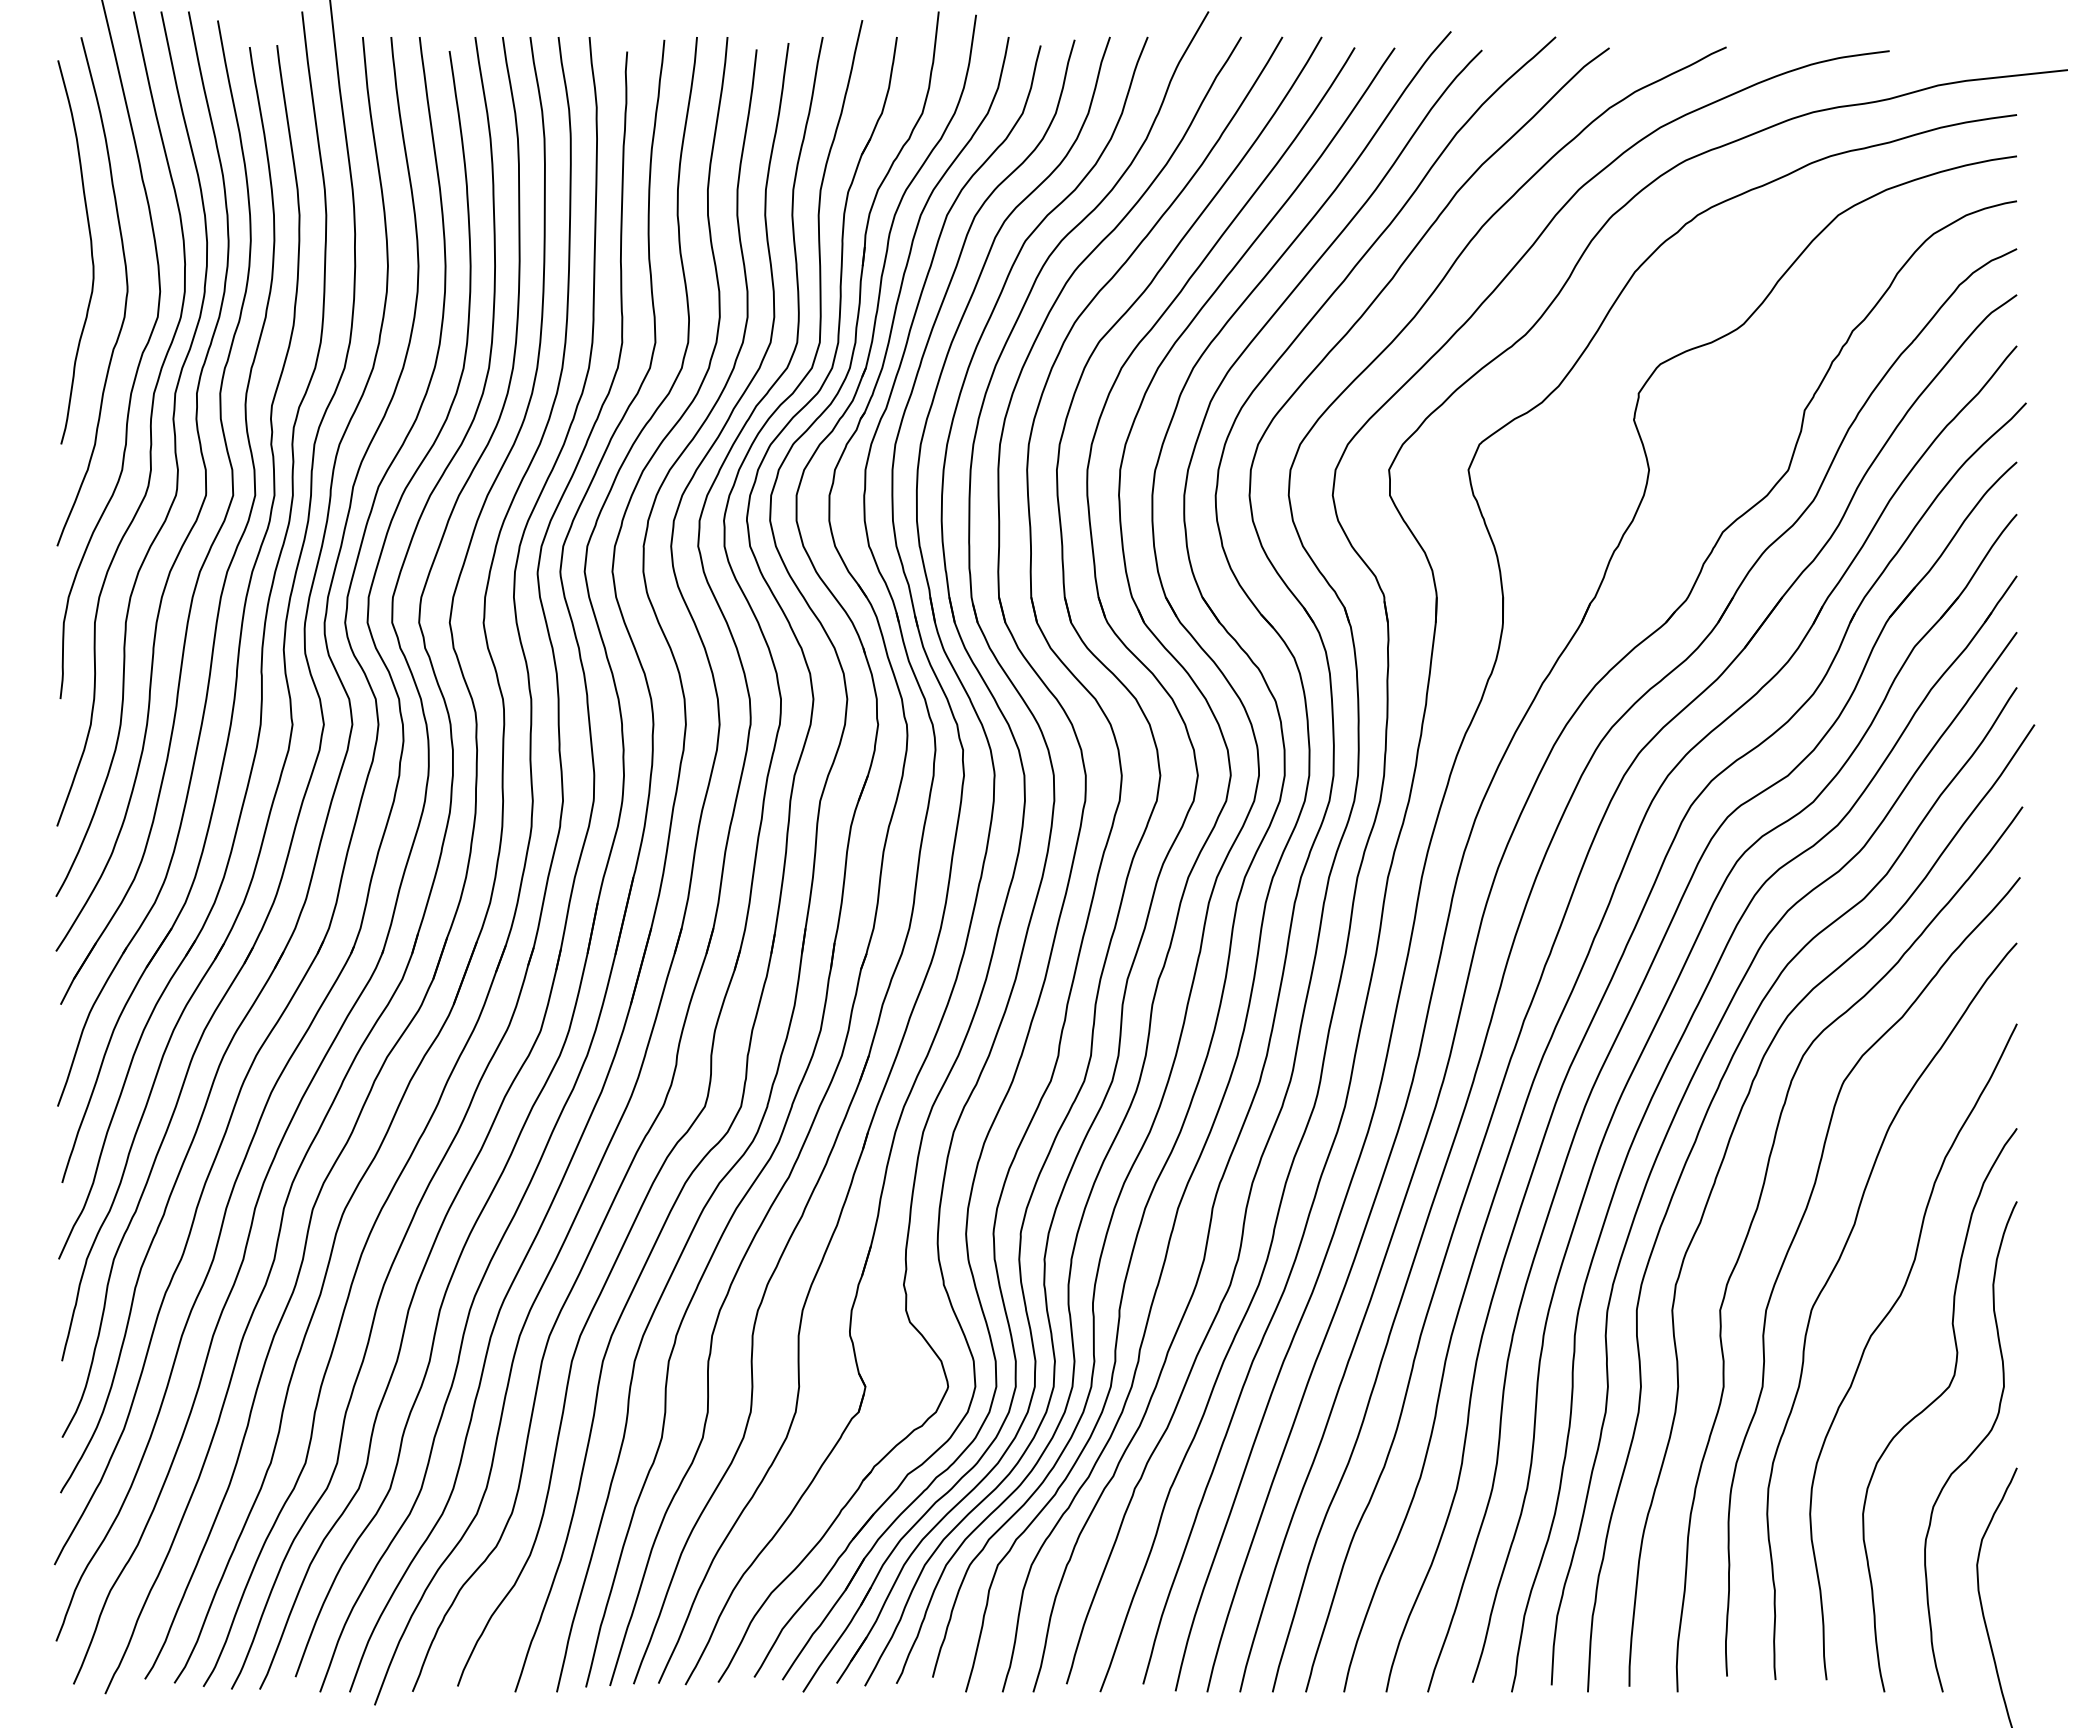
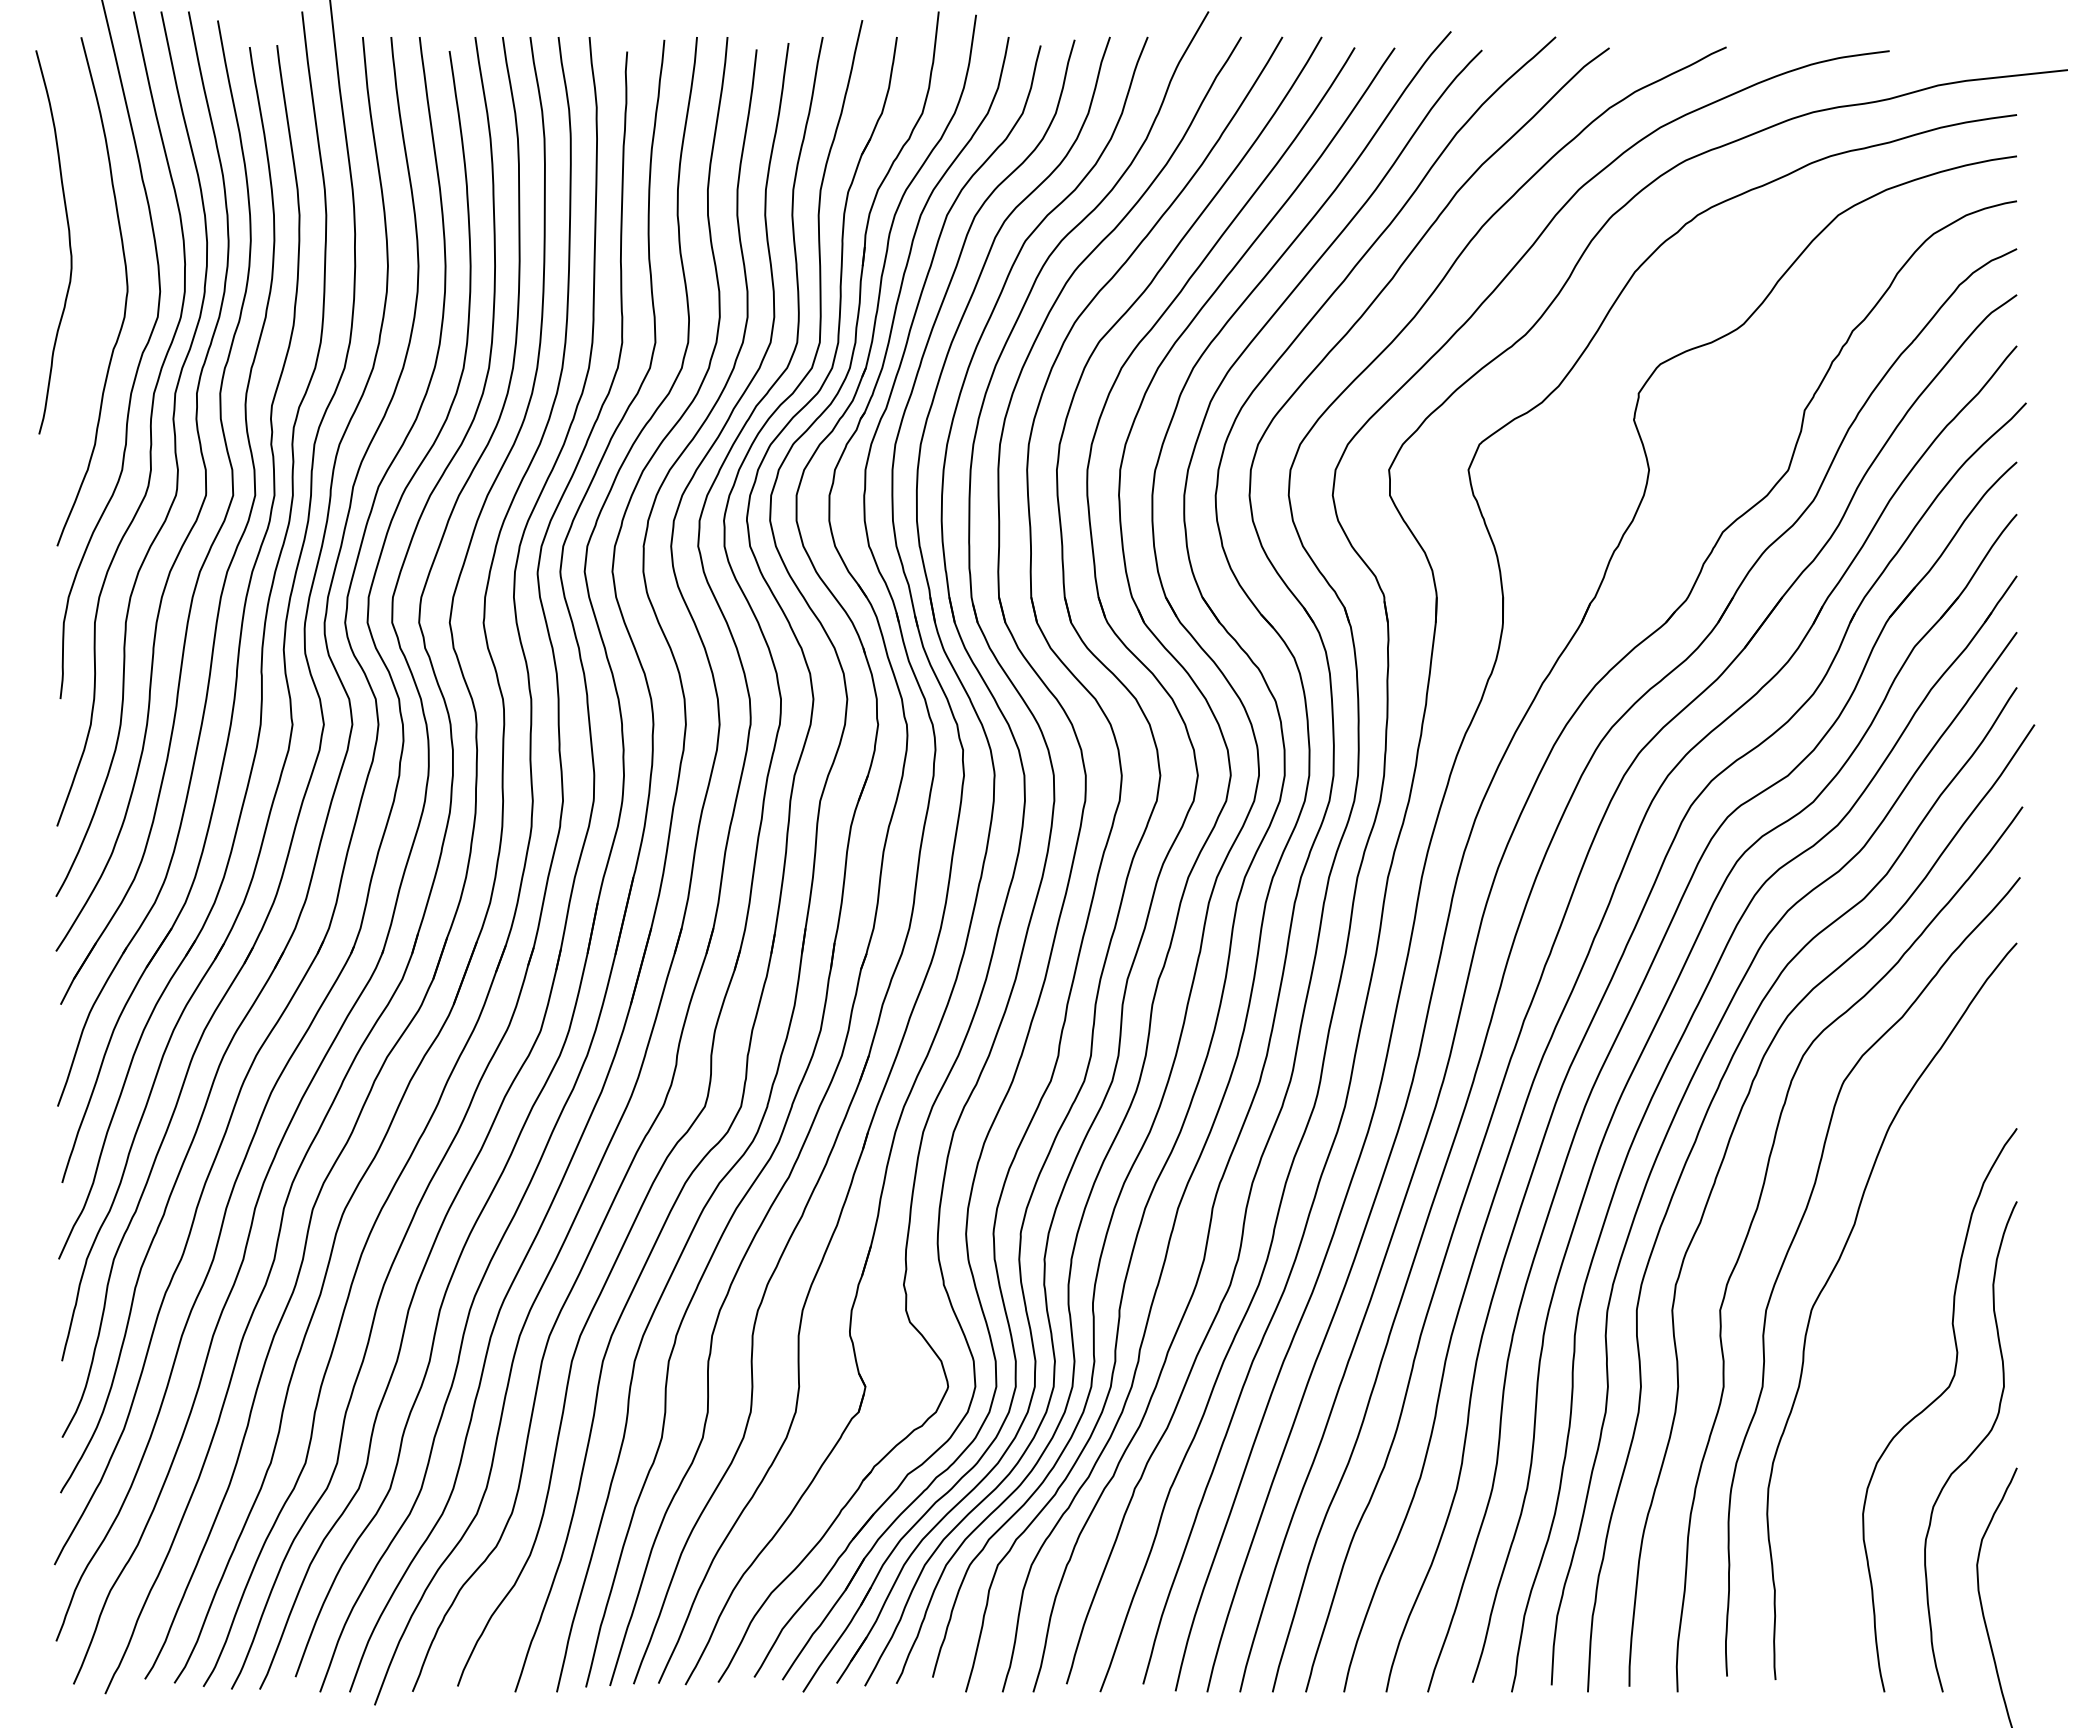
curve at (90, 250) position: (90, 250) -> (68, 240)
curve at (1880, 1325): present -> none
